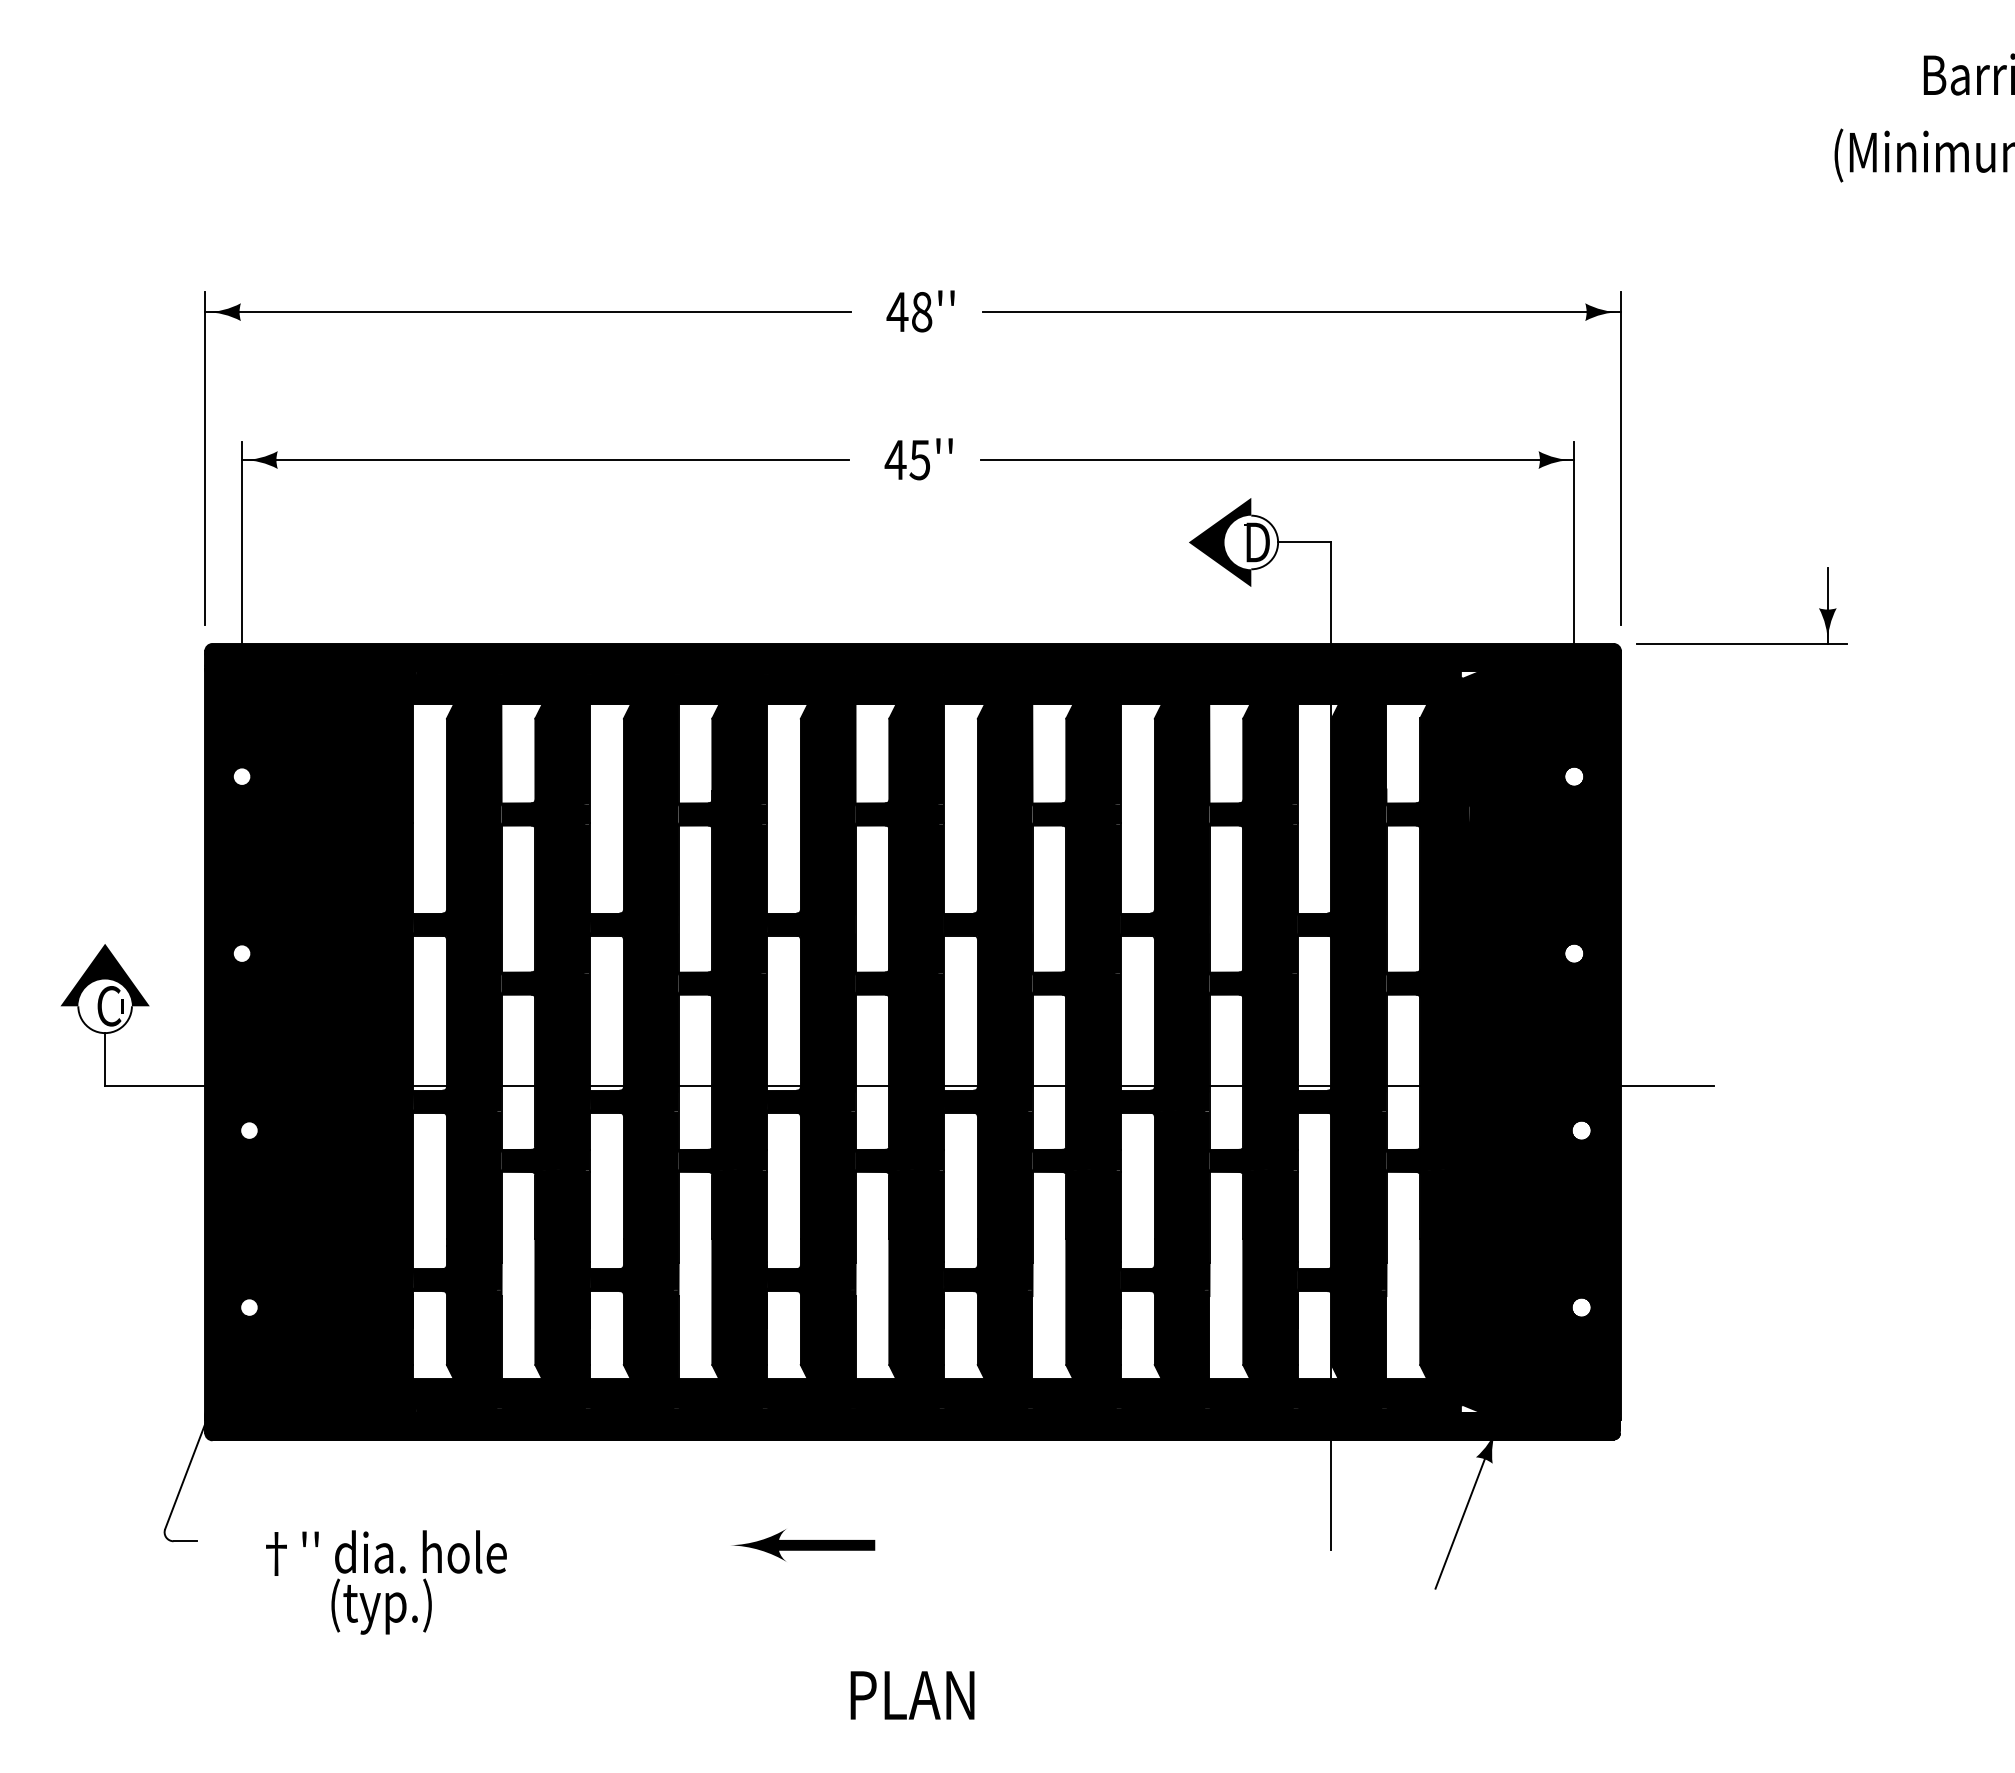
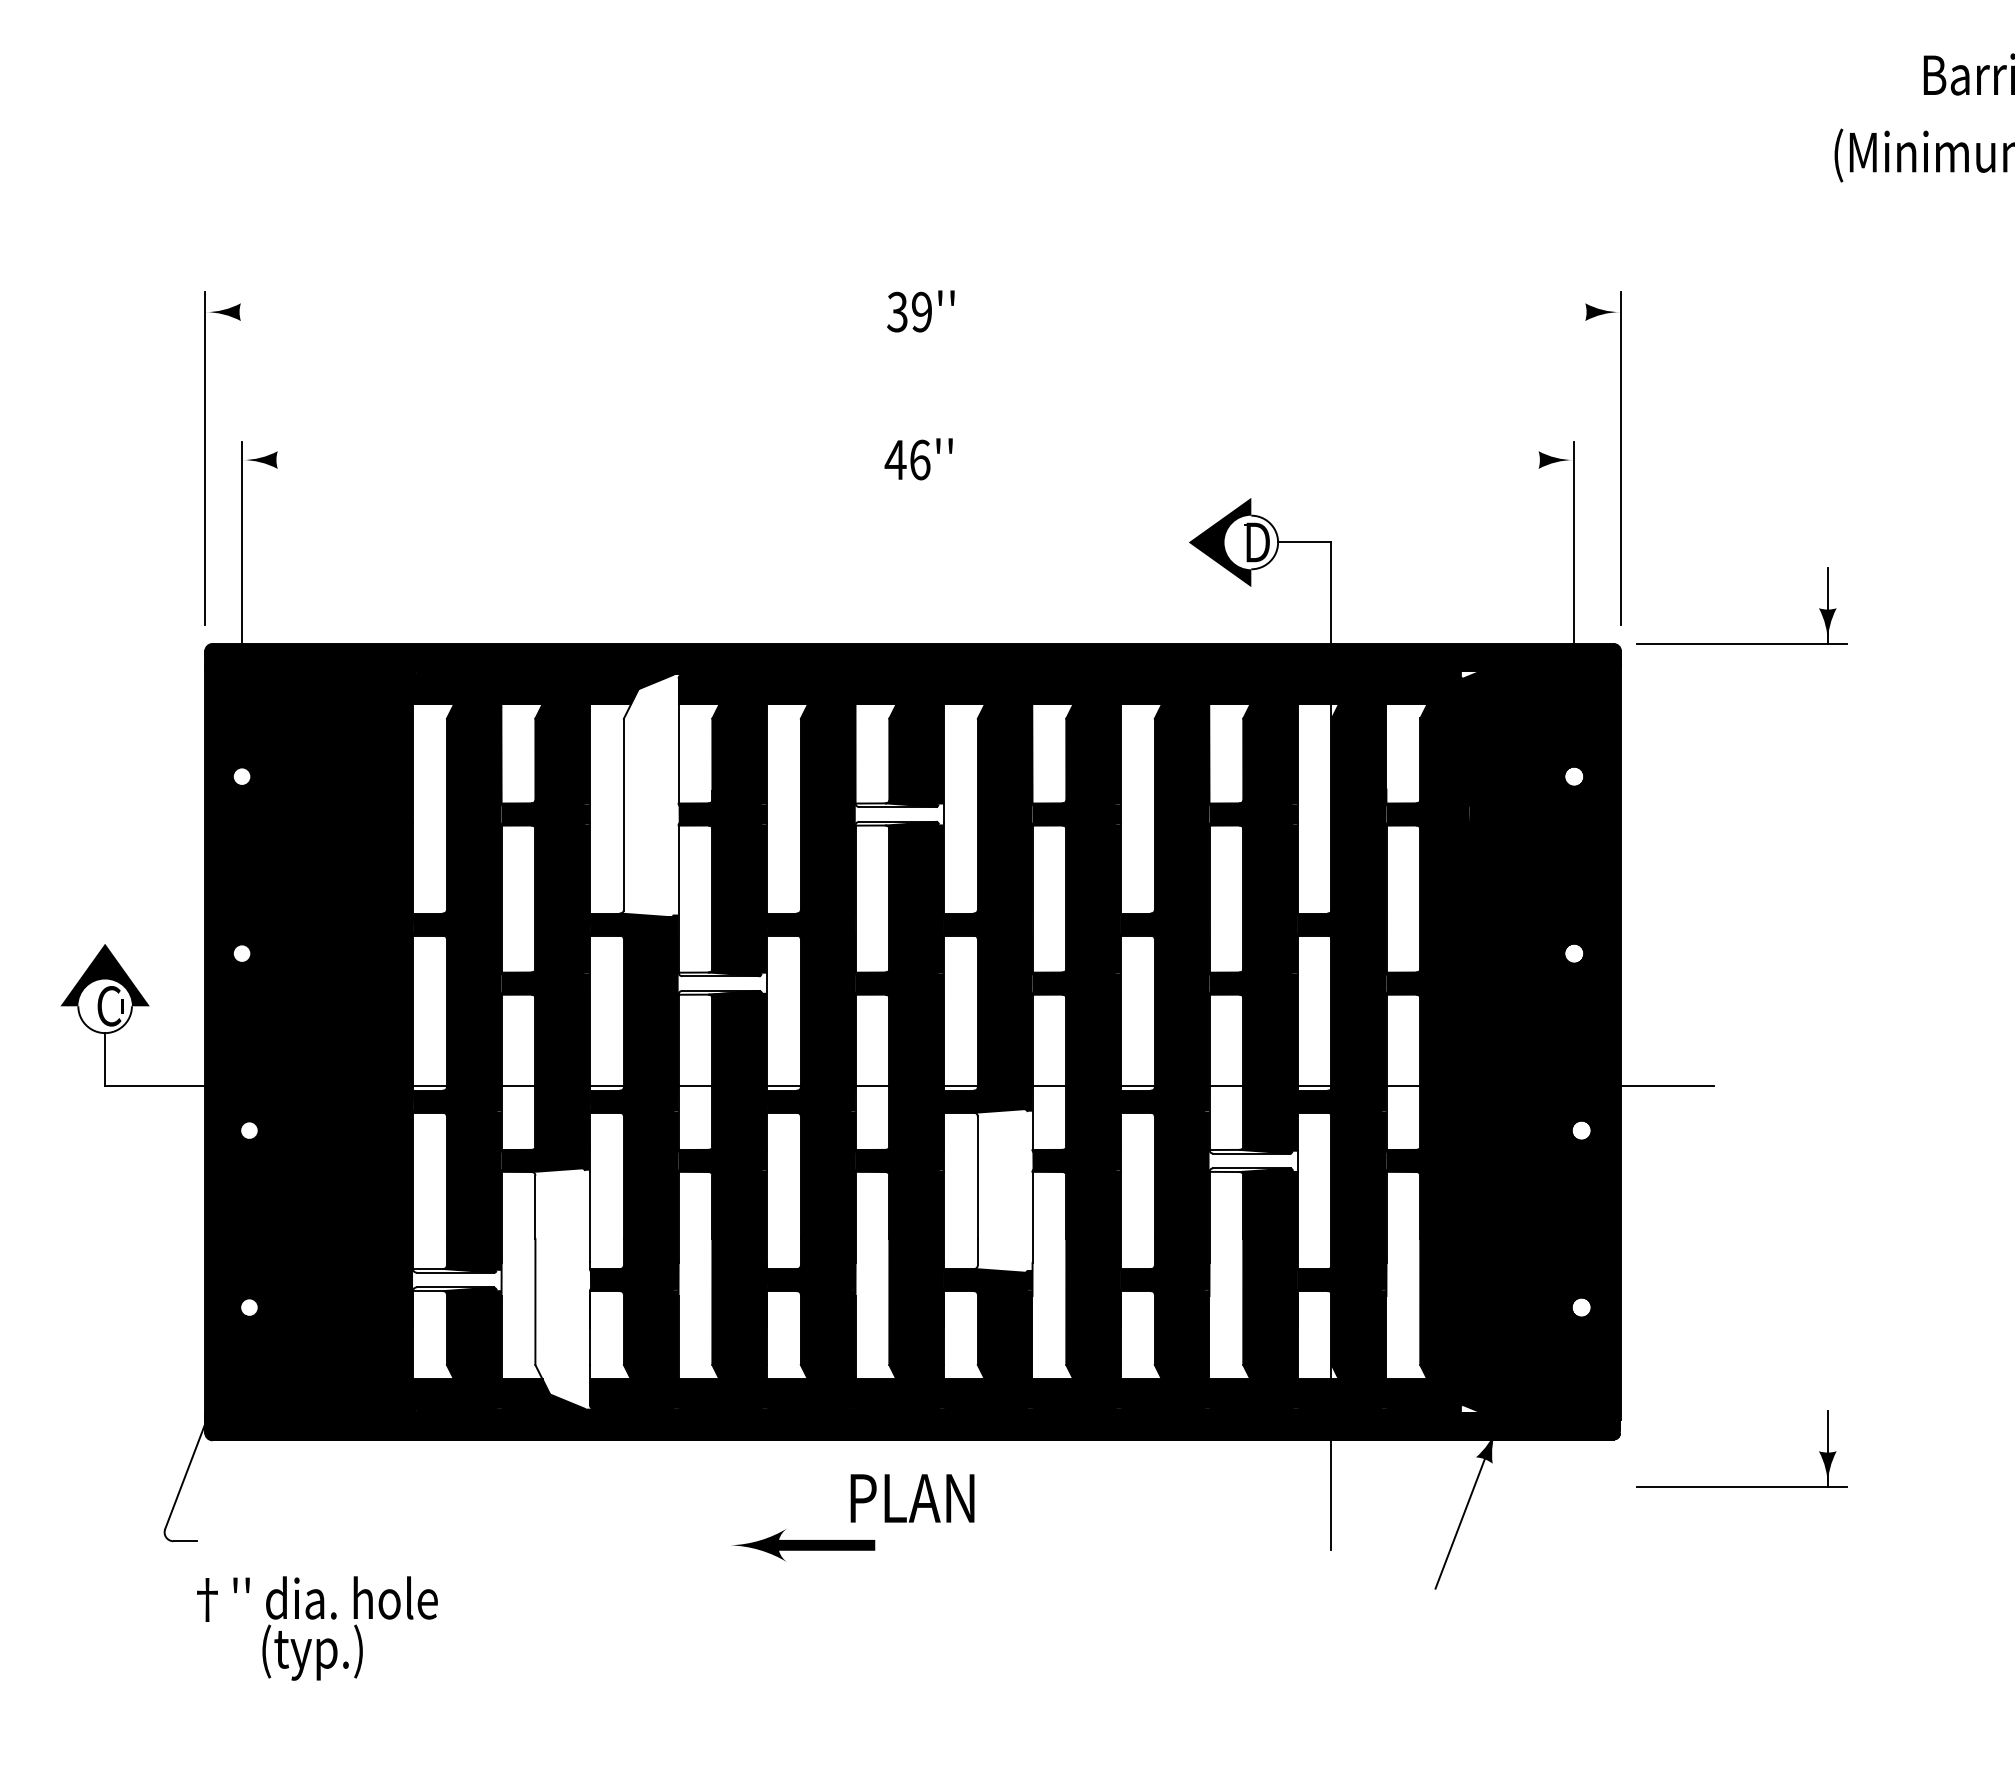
text at (909, 311): 48'' -> 39''
line at (528, 312): present -> none
line at (1301, 312): present -> none
text at (919, 459): 45'' -> 46''
line at (545, 460): present -> none
line at (1277, 460): present -> none
fill at (651, 795): present -> none
fill at (899, 814): present -> none
fill at (722, 983): present -> none
fill at (1253, 1160): present -> none
fill at (1003, 1190): present -> none
fill at (456, 1279): present -> none
fill at (562, 1288): present -> none
part at (1741, 1486): none -> present
text at (386, 1582) position: (386, 1582) -> (317, 1628)
text at (912, 1695) position: (912, 1695) -> (912, 1498)
